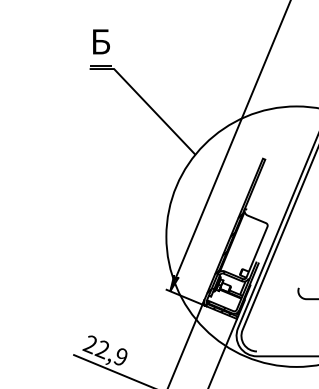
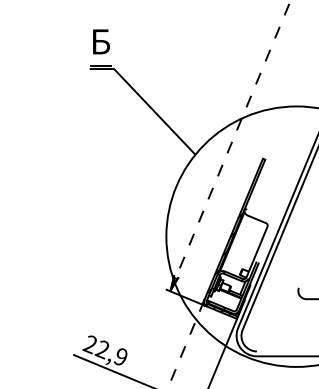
line at (230, 145): solid -> dashed
line at (186, 344): solid -> dashed
